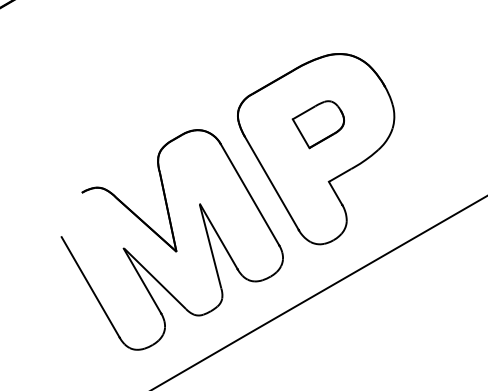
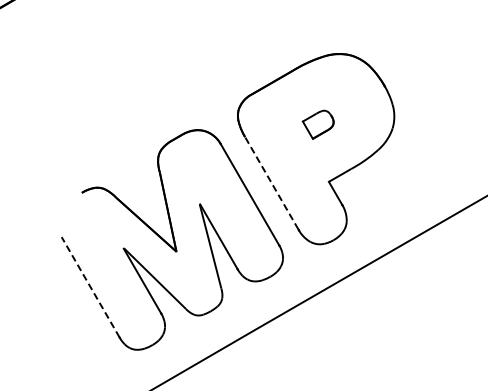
part at (317, 124) size: 54x50 px -> 34x31 px
line at (271, 182): solid -> dashed
line at (90, 287): solid -> dashed
